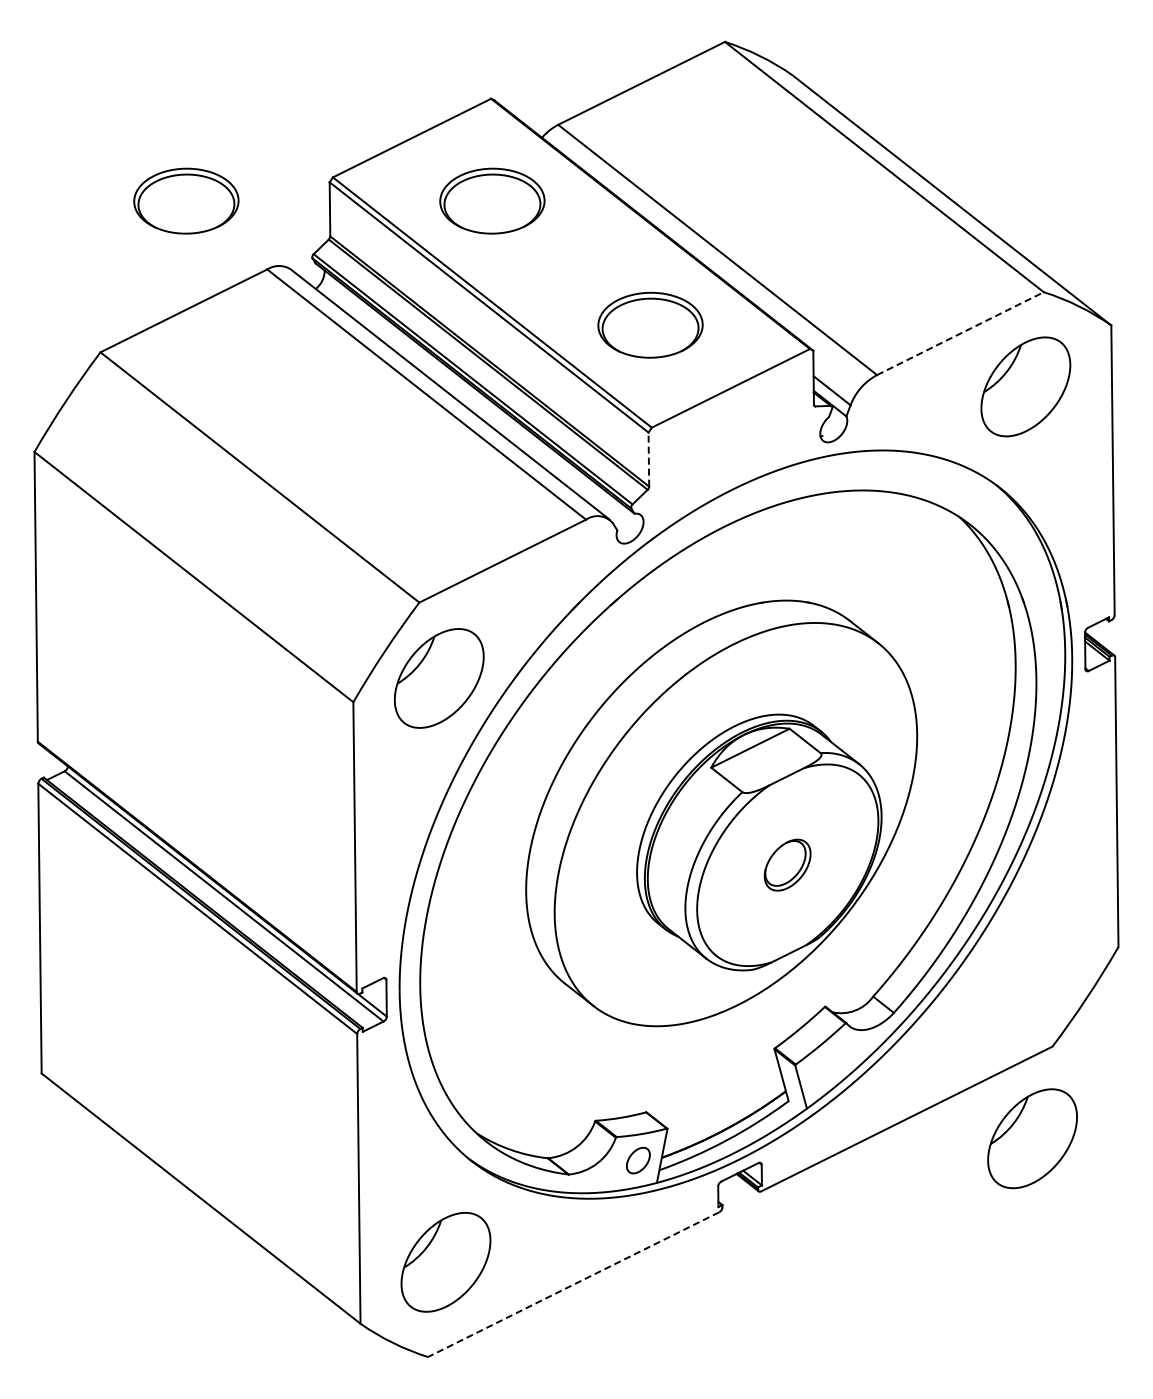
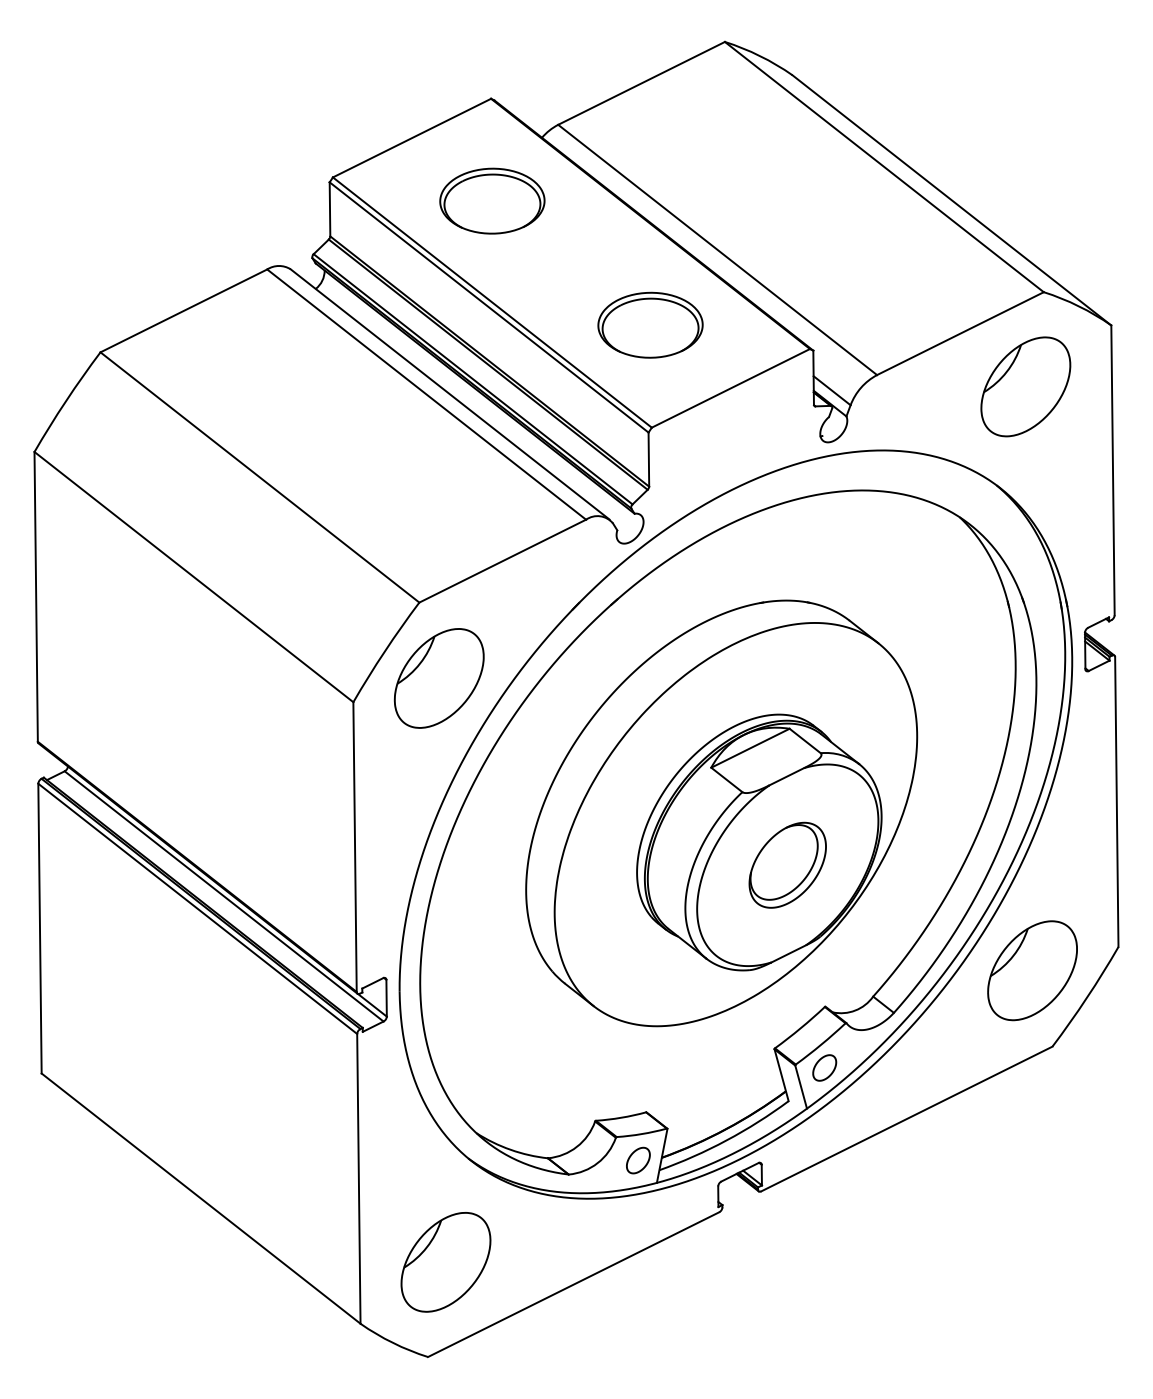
part at (186, 200): present -> none
line at (960, 333): dashed -> solid
line at (648, 459): dashed -> solid
part at (787, 864) size: 49x54 px -> 79x88 px
part at (824, 1067): none -> present
part at (1032, 1138) position: (1032, 1138) -> (1032, 970)
line at (573, 1284): dashed -> solid
